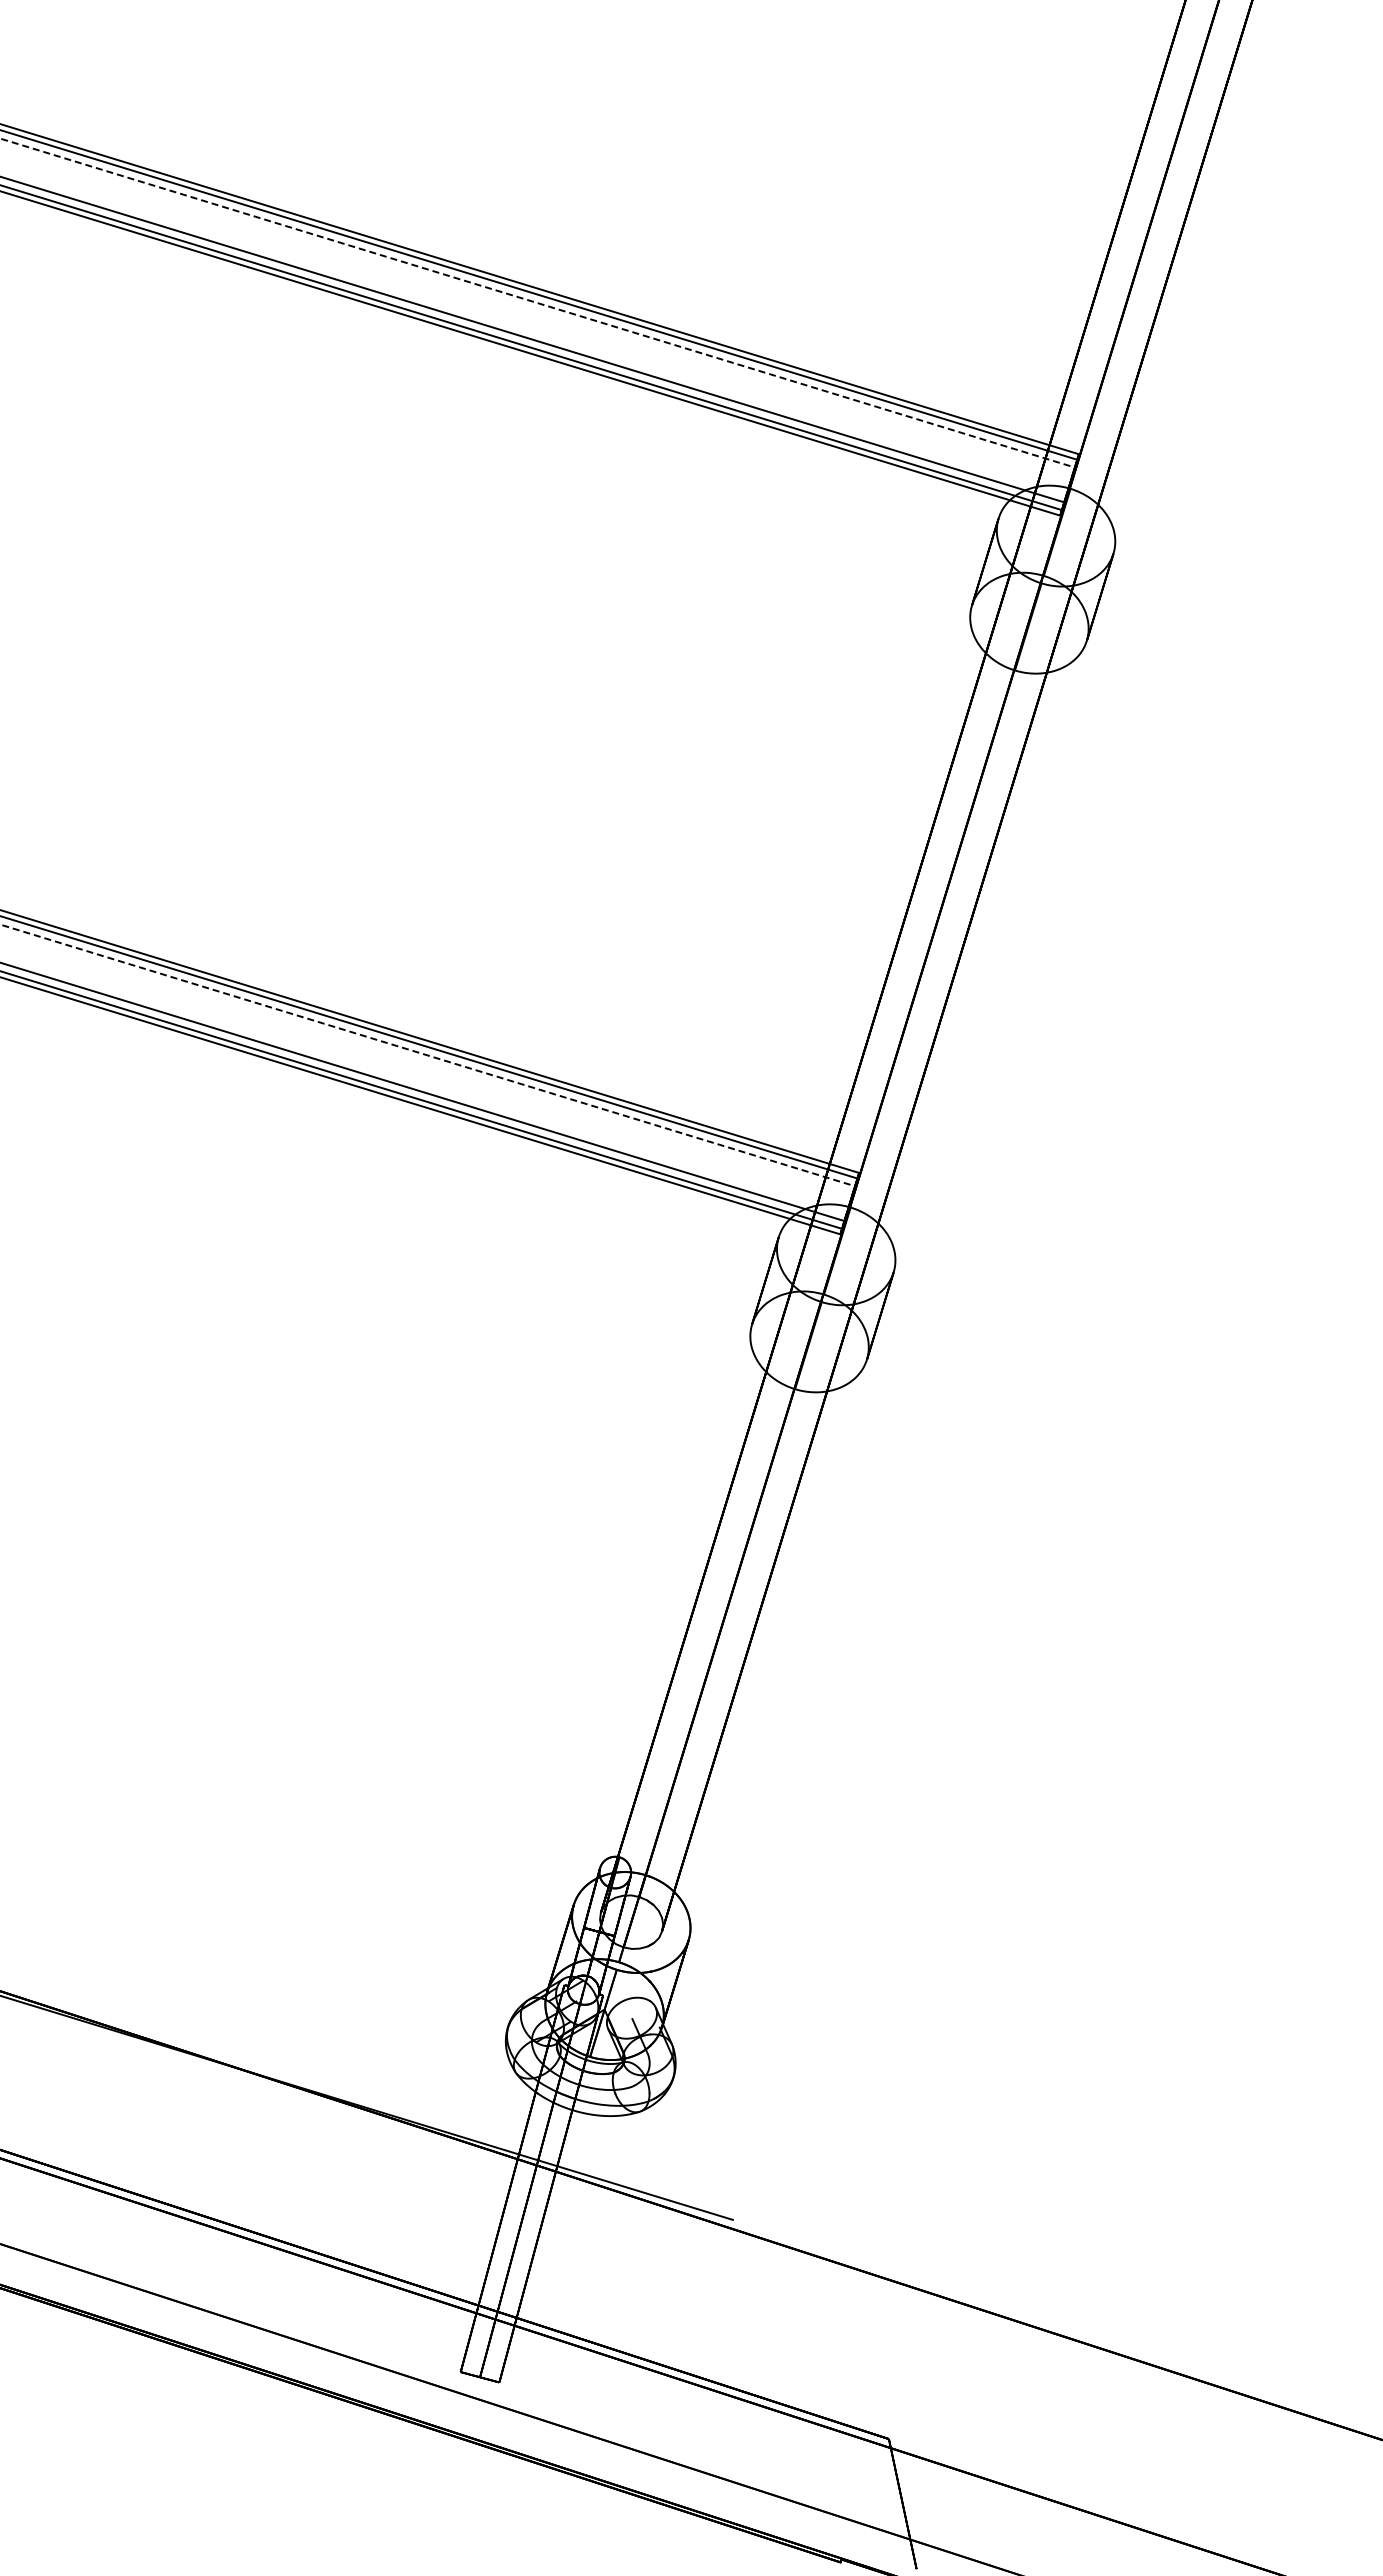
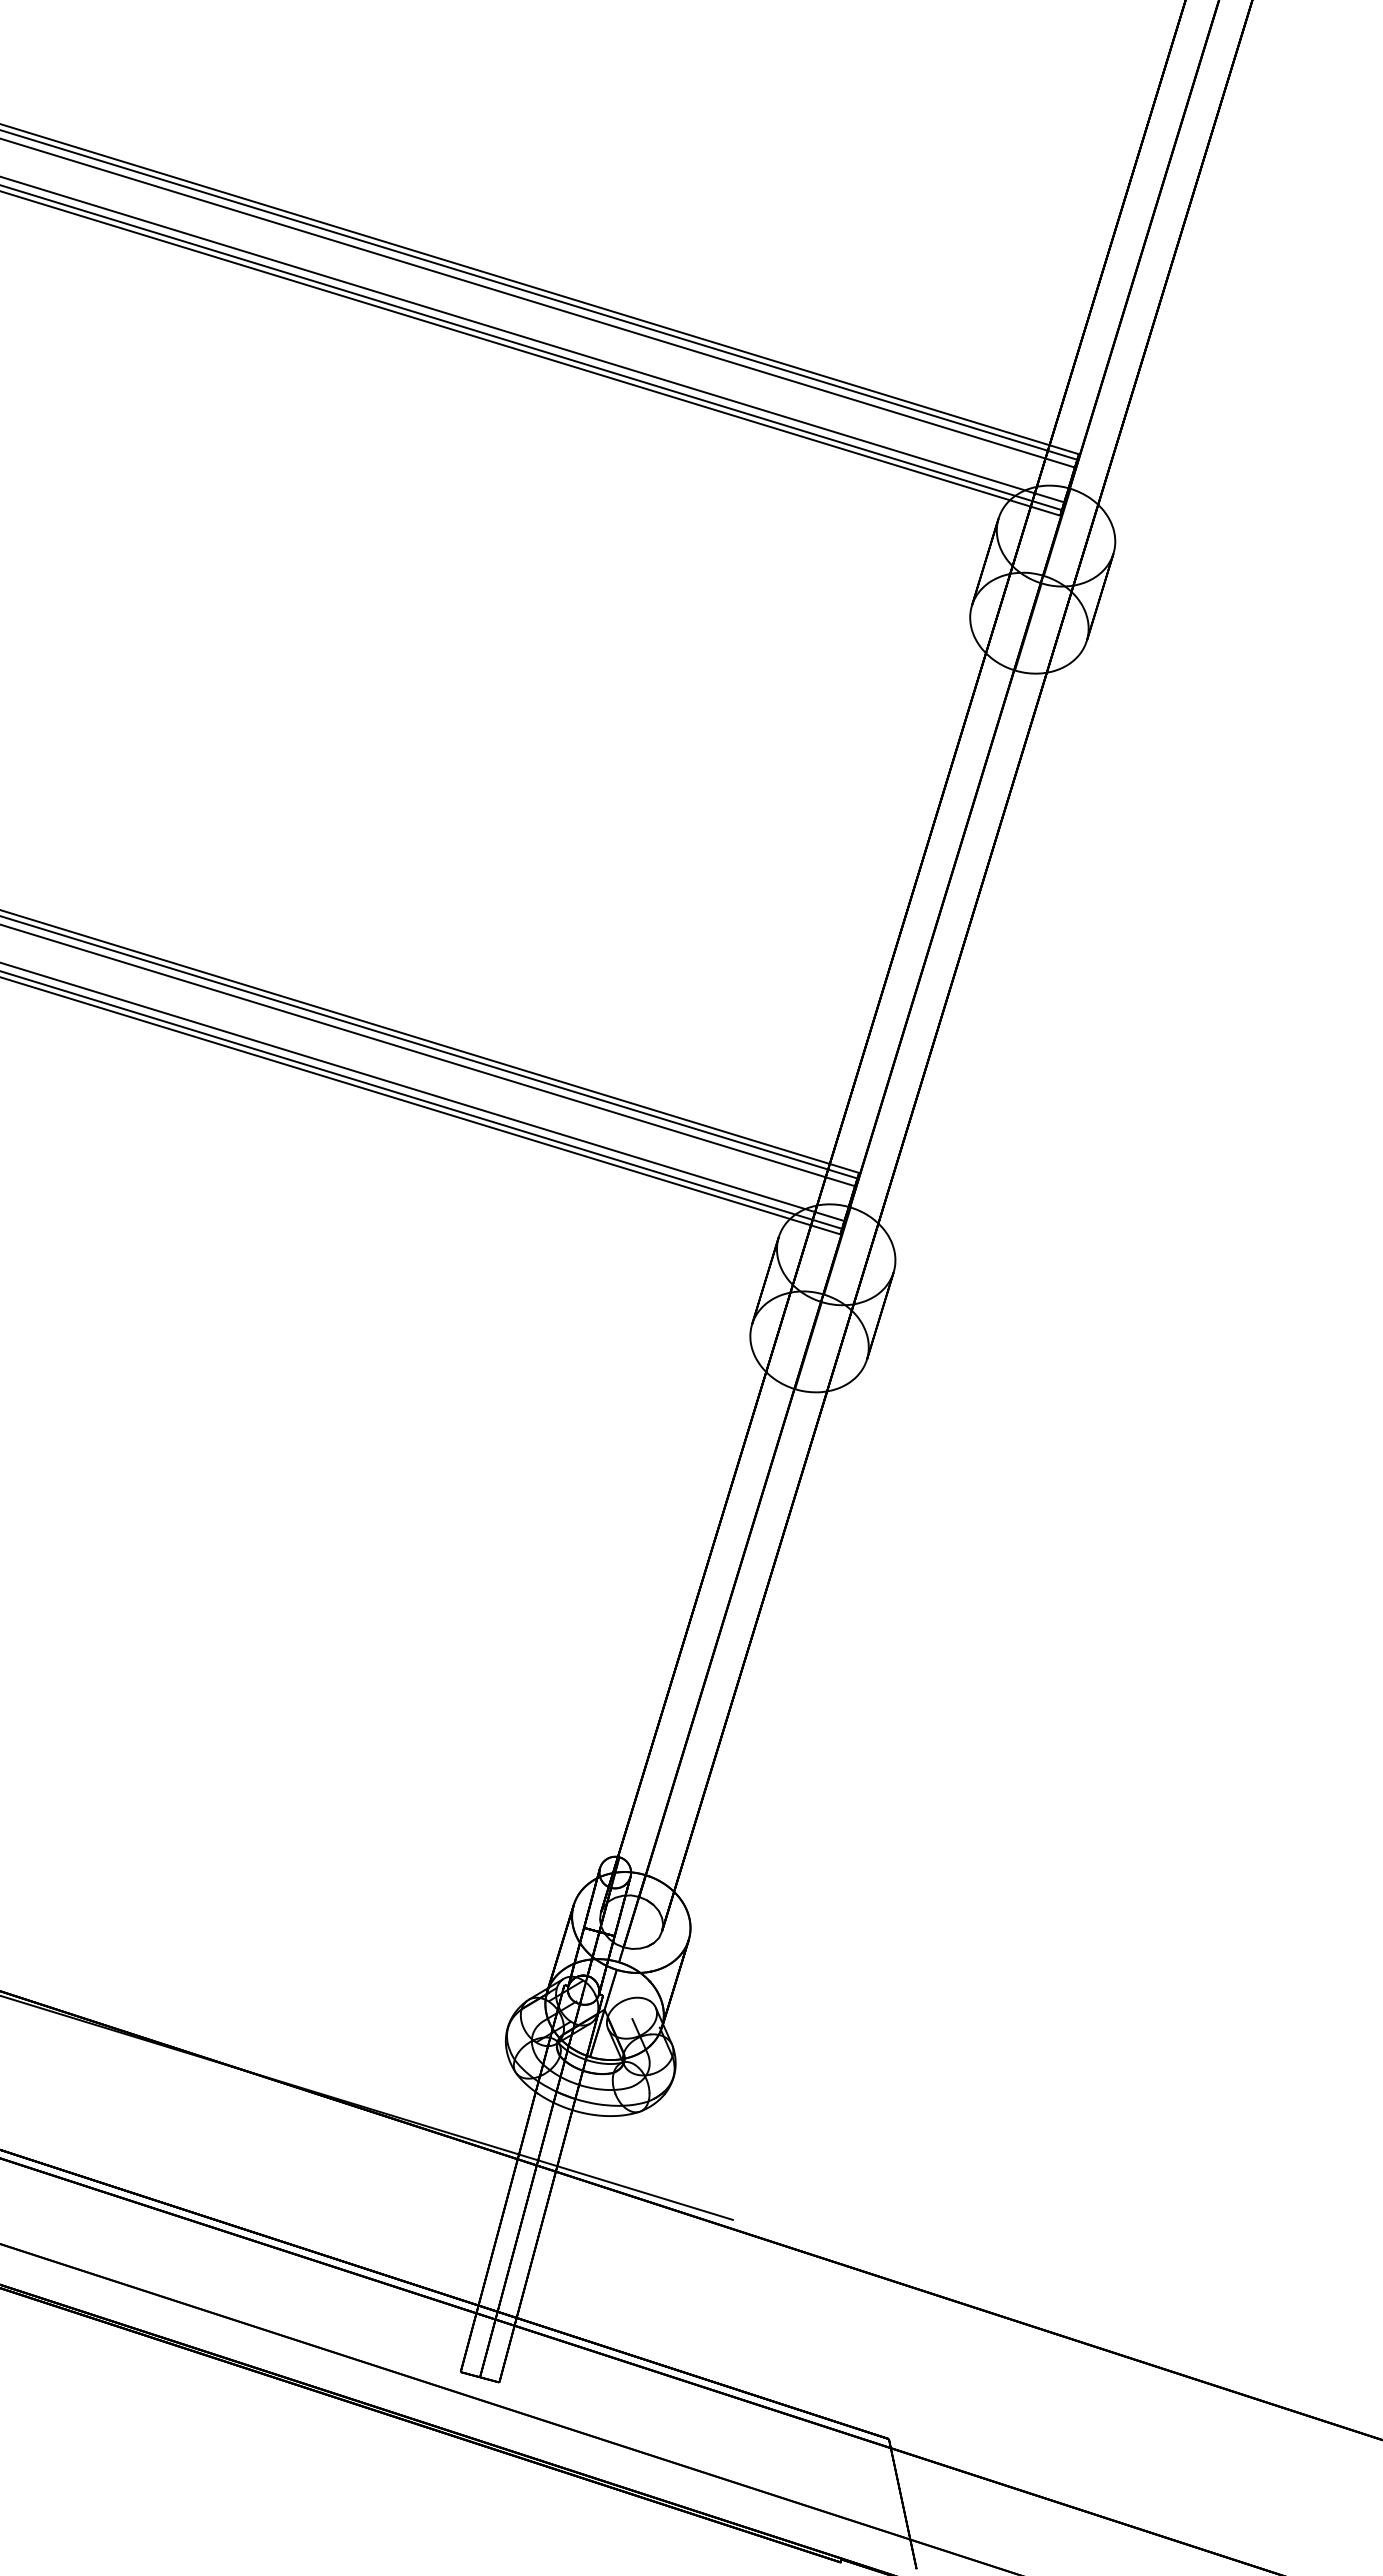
line at (537, 303): dashed -> solid
line at (427, 1055): dashed -> solid
